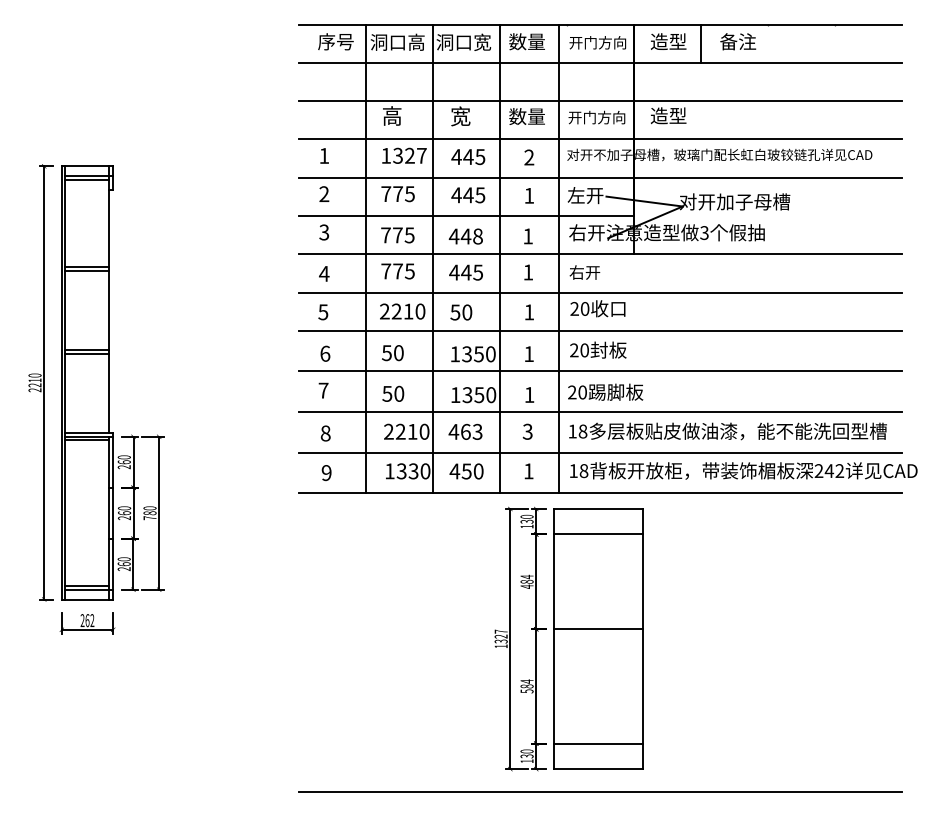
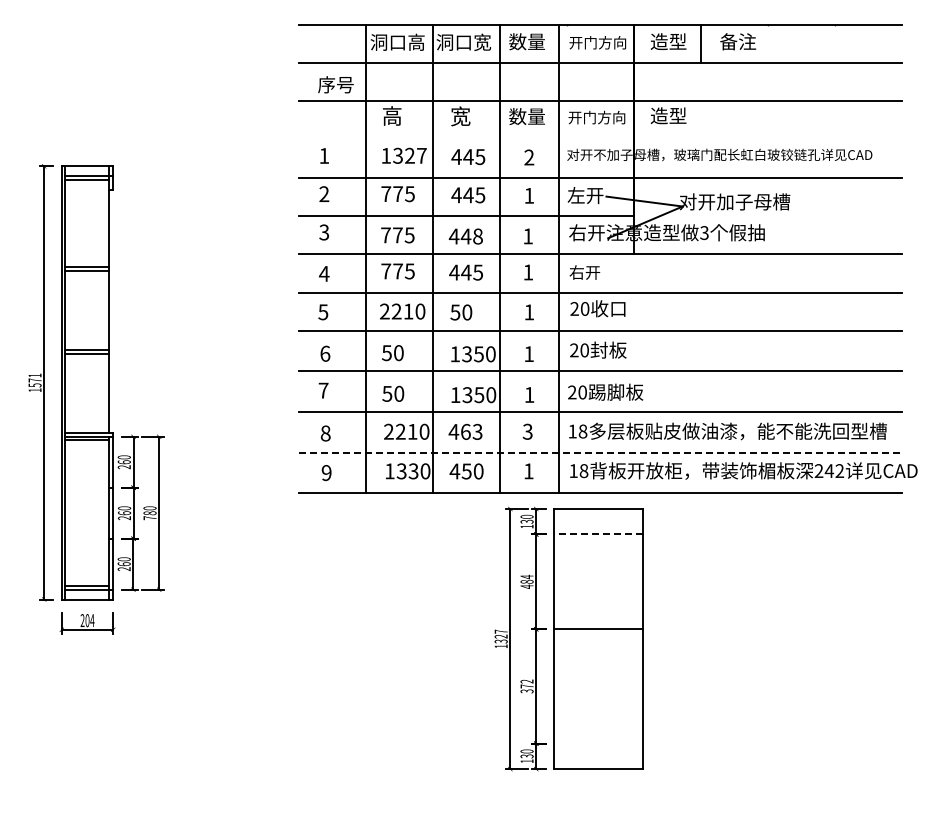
text at (335, 41) position: (335, 41) -> (335, 84)
line at (600, 139): present -> none
text at (34, 382): 2210 -> 1571
line at (600, 452): solid -> dashed
line at (597, 534): solid -> dashed
text at (89, 620): 262 -> 204
text at (526, 686): 584 -> 372
line at (598, 743): present -> none
line at (600, 792): present -> none
